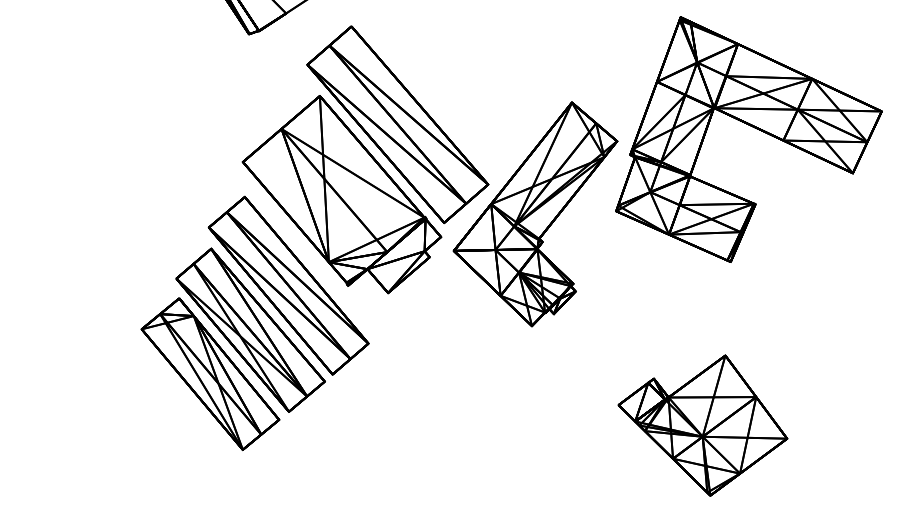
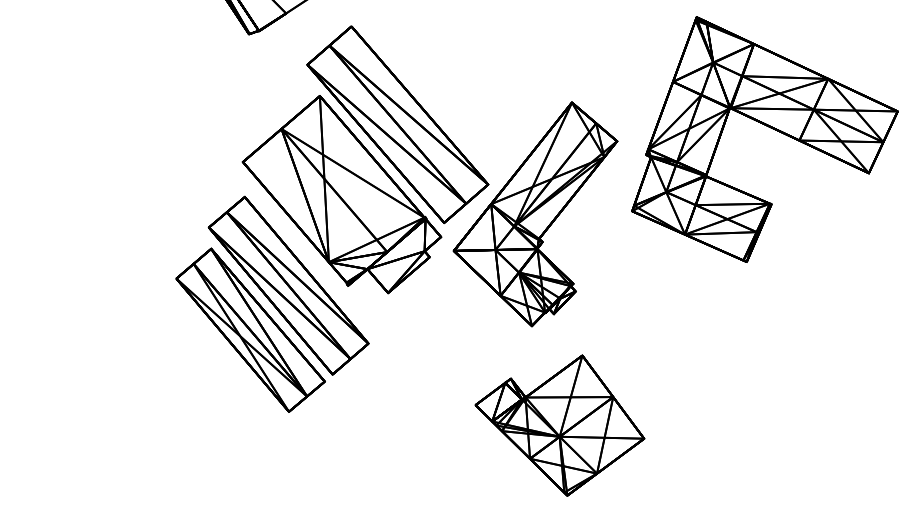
part at (754, 128) position: (754, 128) -> (770, 128)
part at (210, 373): present -> none
part at (702, 425) position: (702, 425) -> (559, 425)
